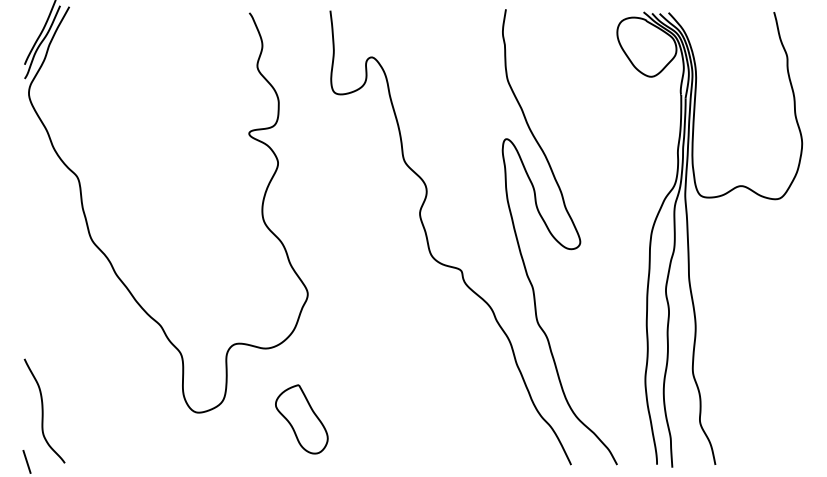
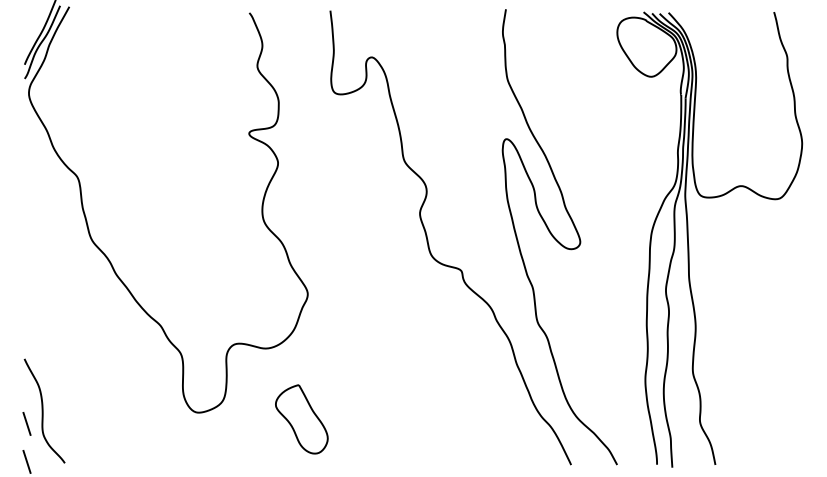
line at (26, 423): none -> present
